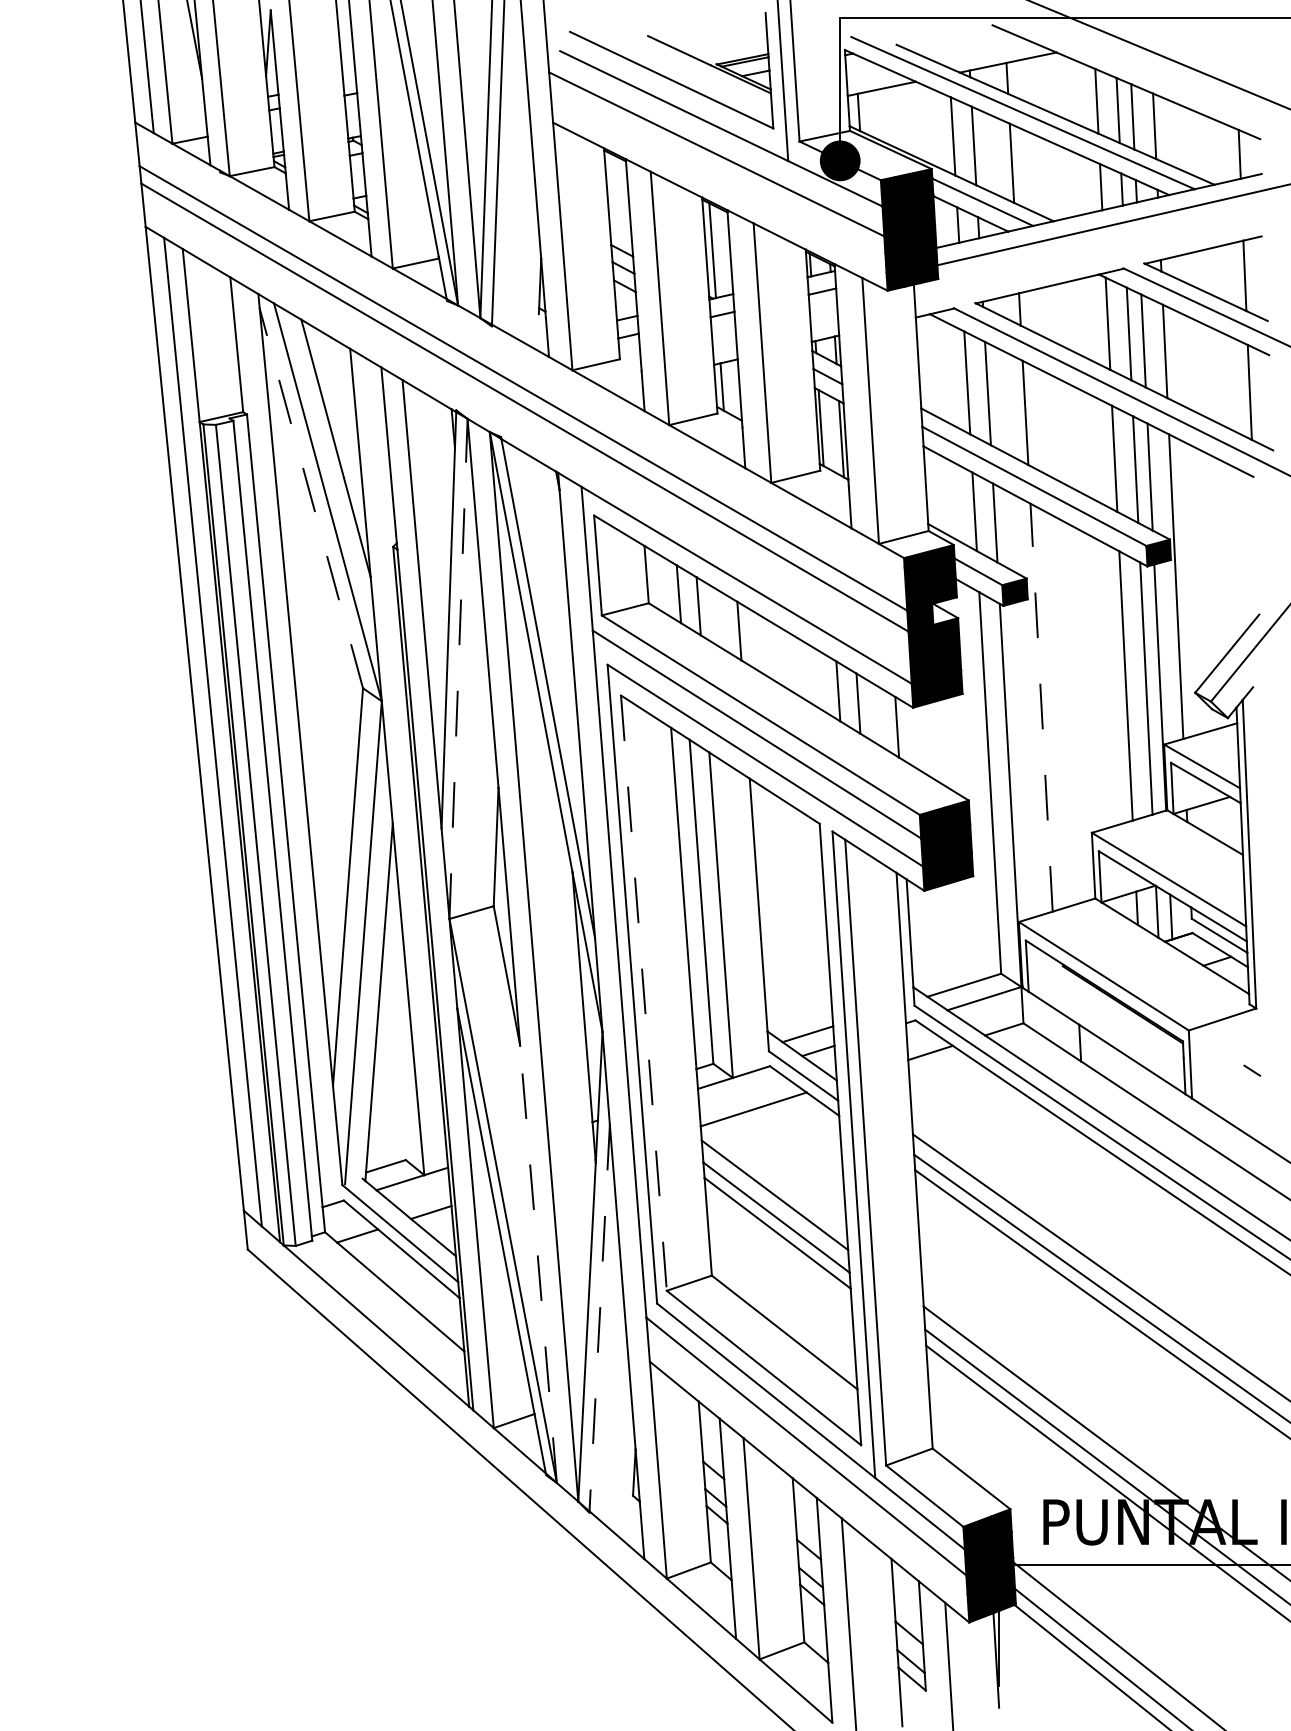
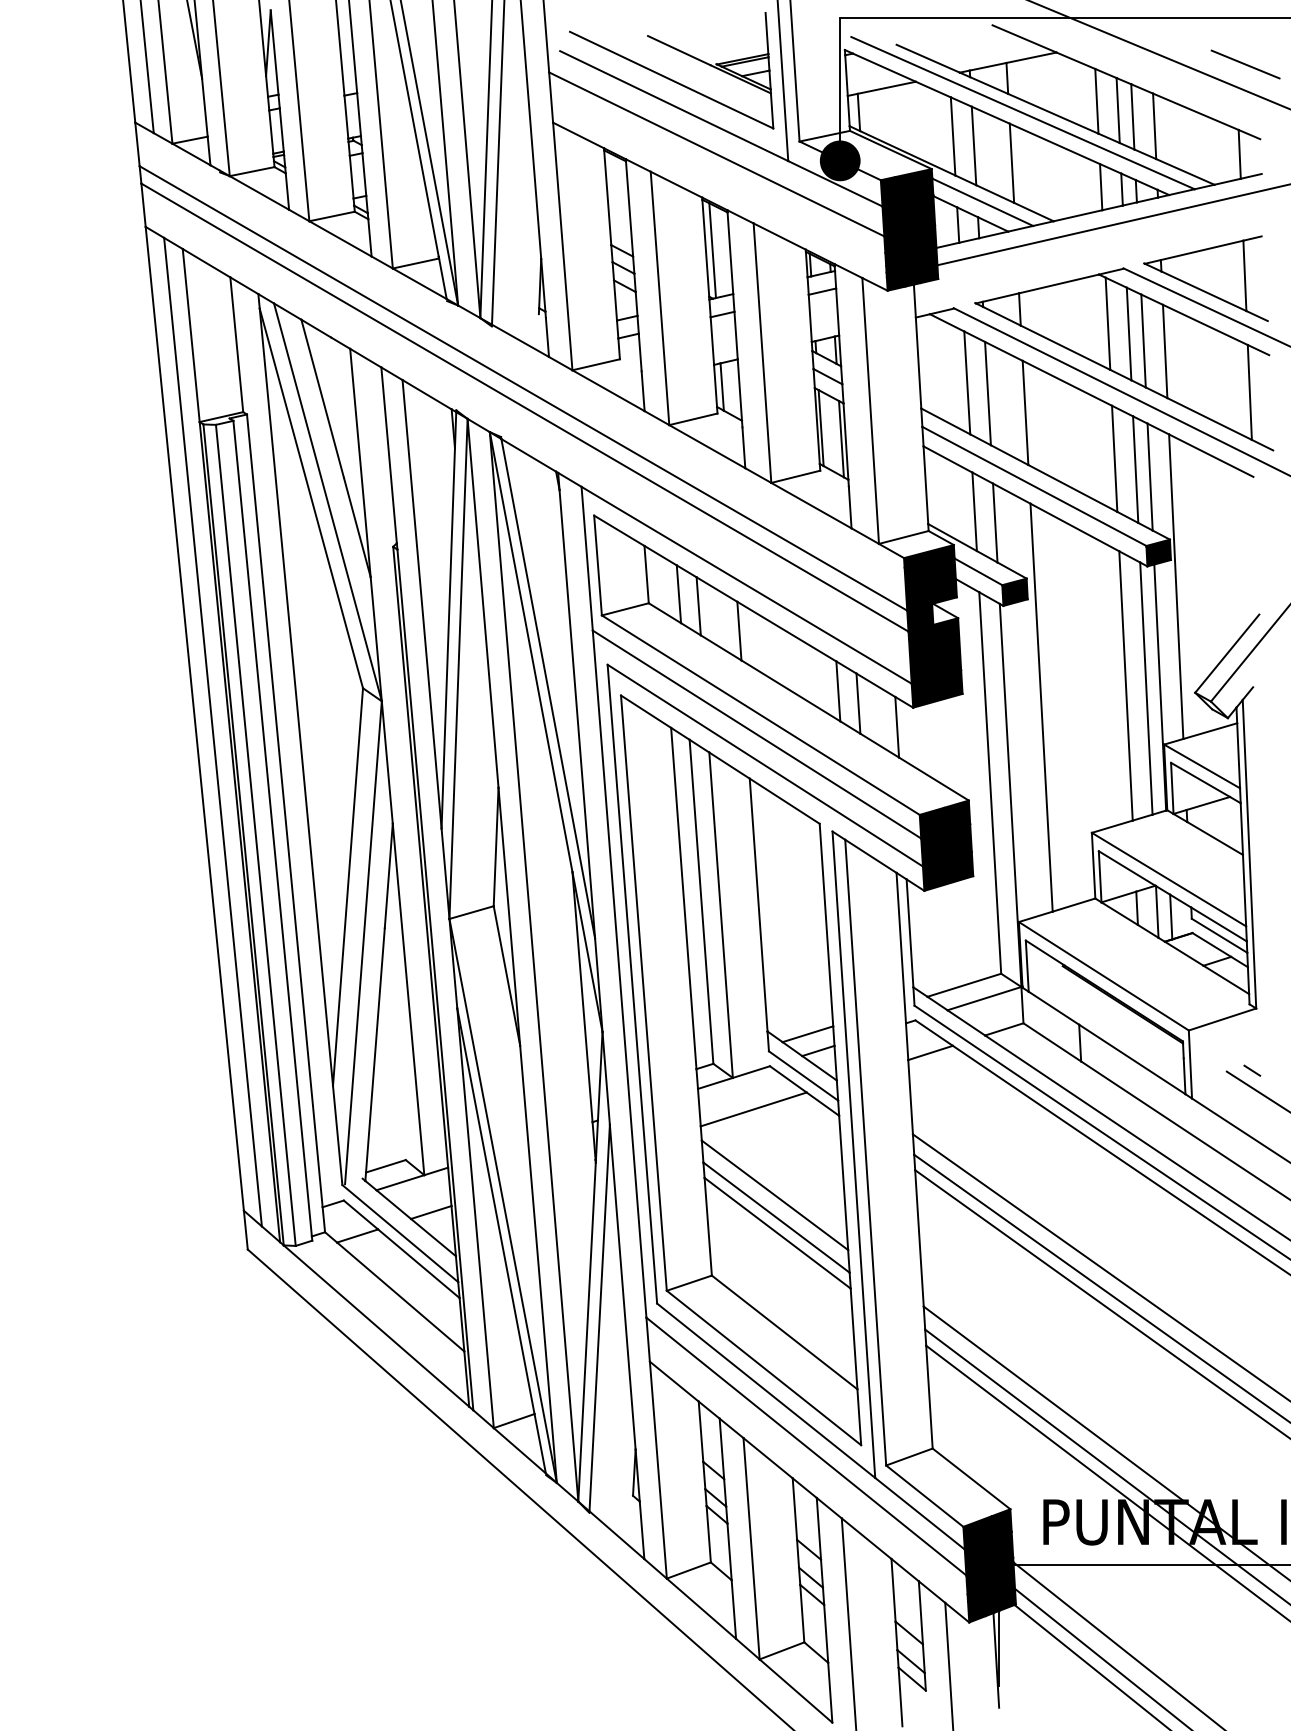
line at (1245, 64): none -> present
line at (311, 498): dashed -> solid
line at (458, 668): dashed -> solid
line at (1041, 707): dashed -> solid
line at (643, 993): dashed -> solid
line at (1256, 1090): none -> present
line at (538, 1263): dashed -> solid
line at (599, 1318): dashed -> solid
